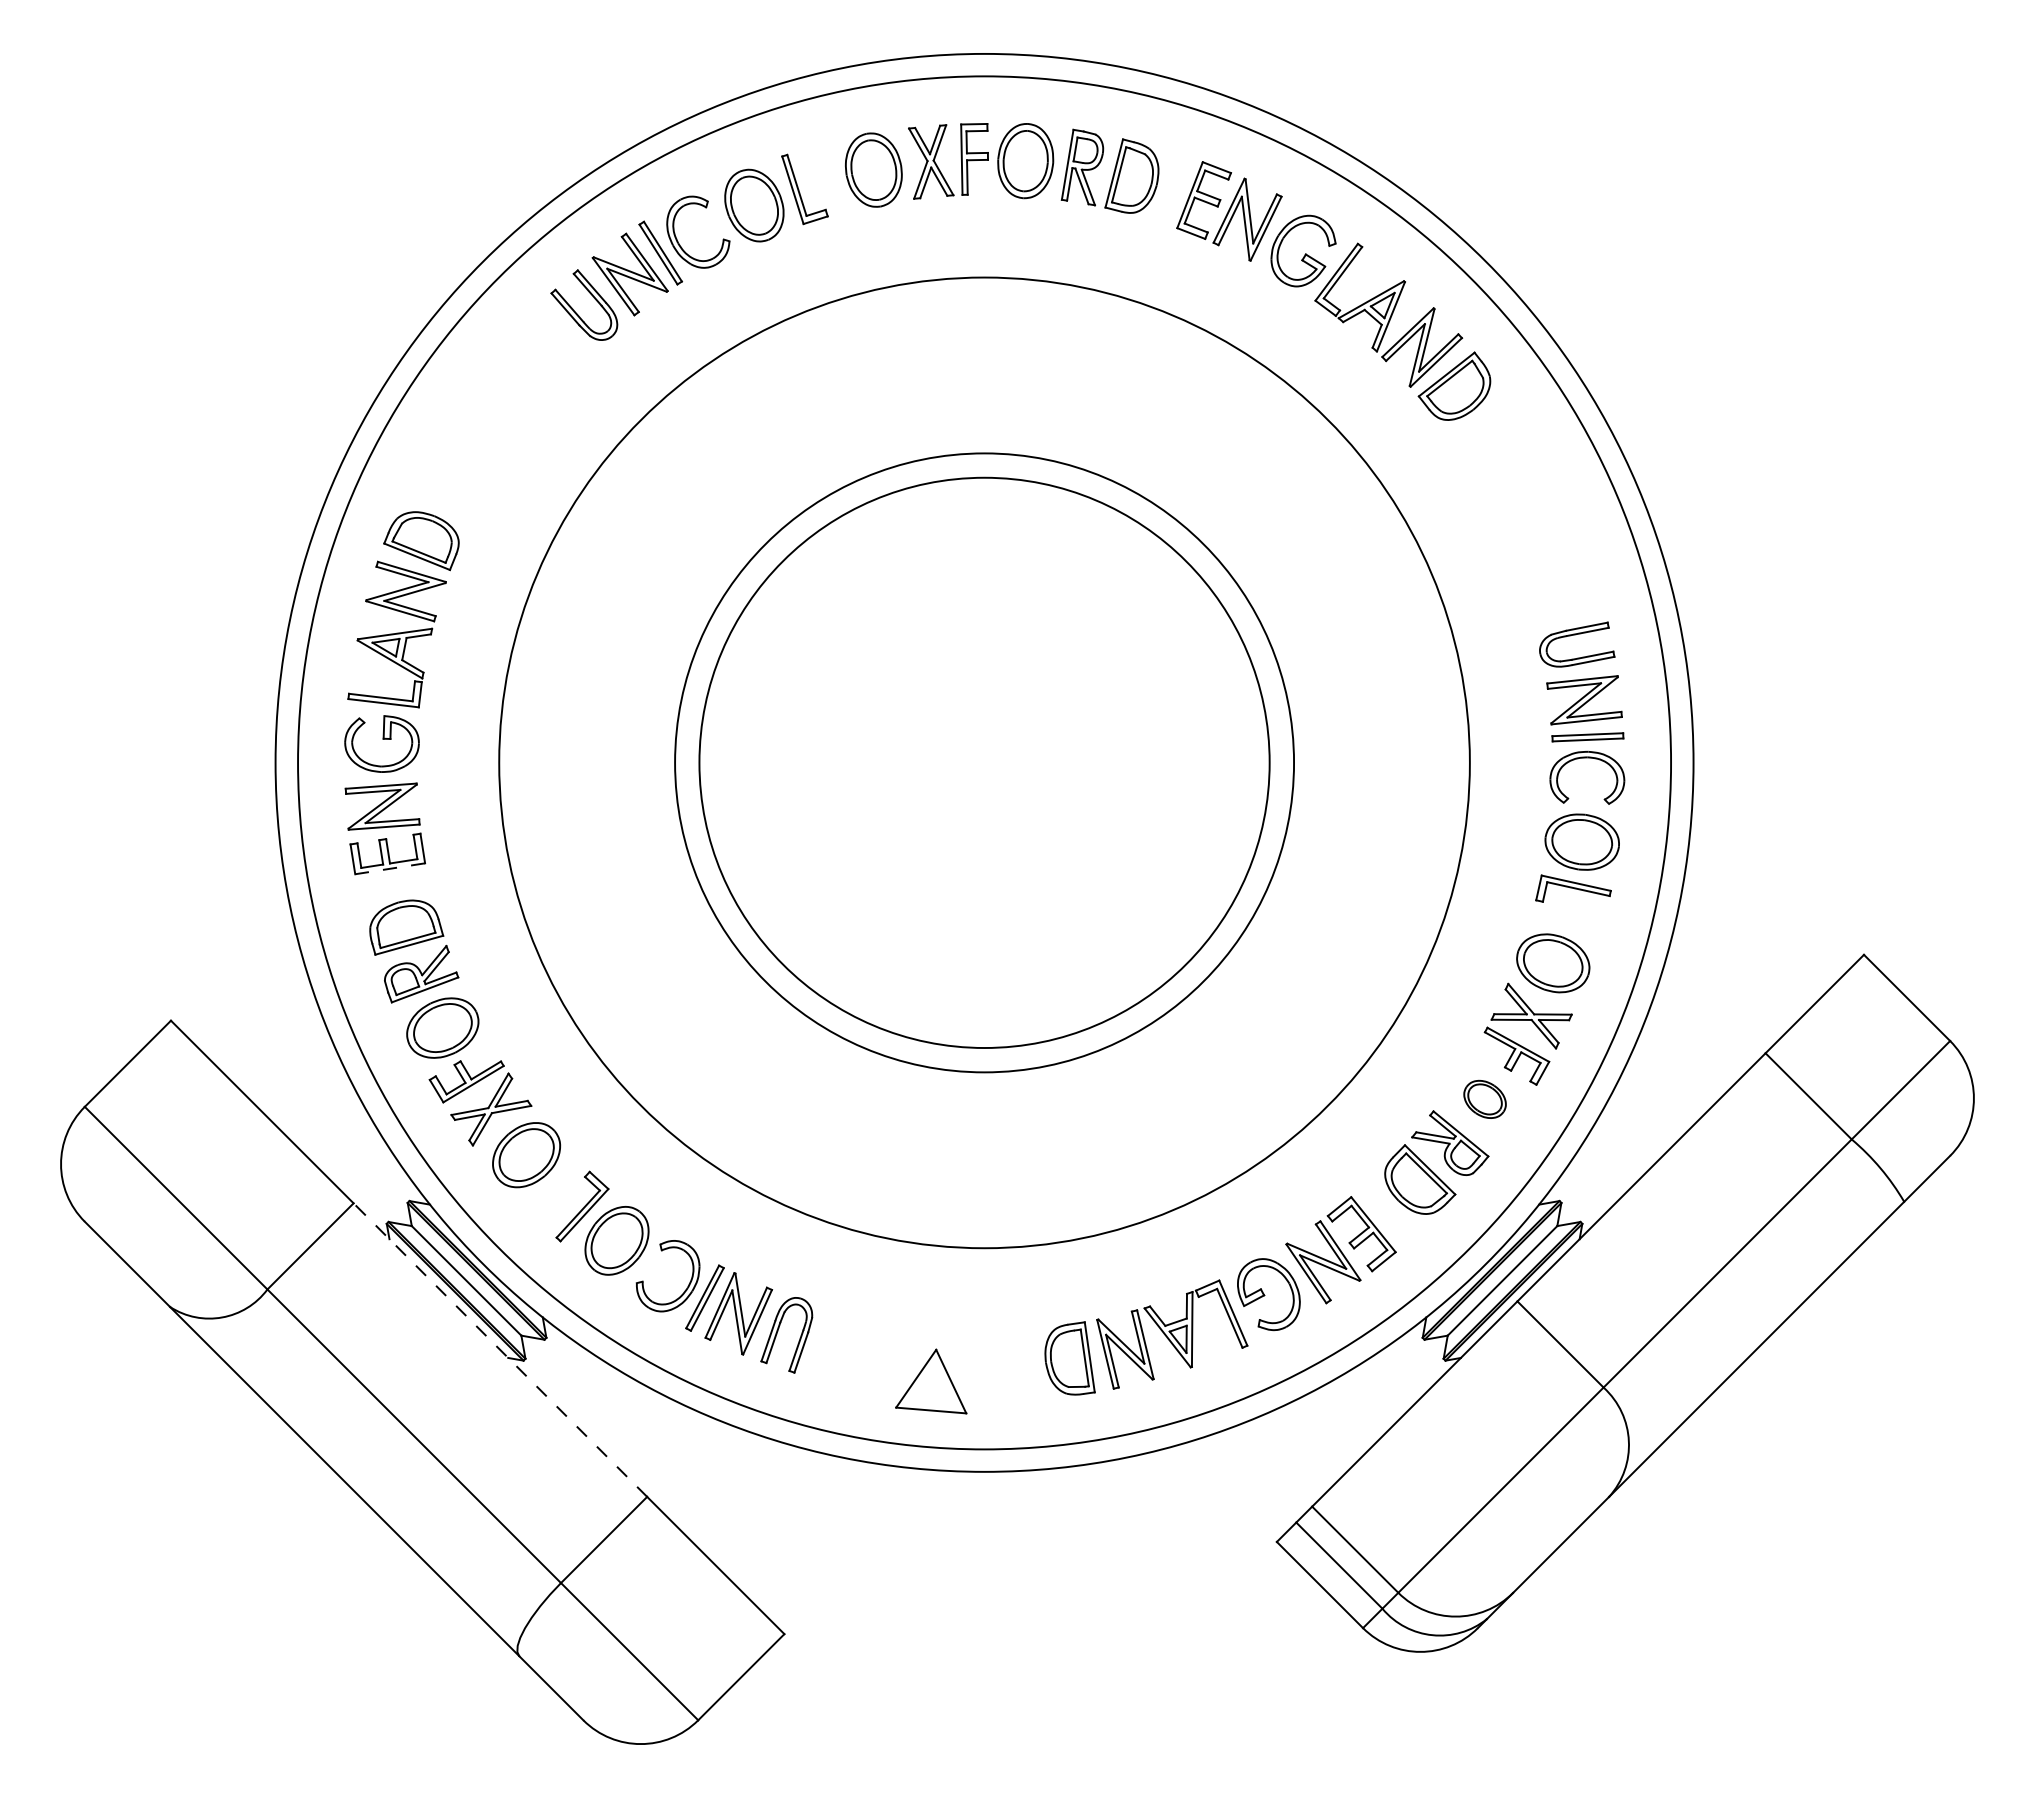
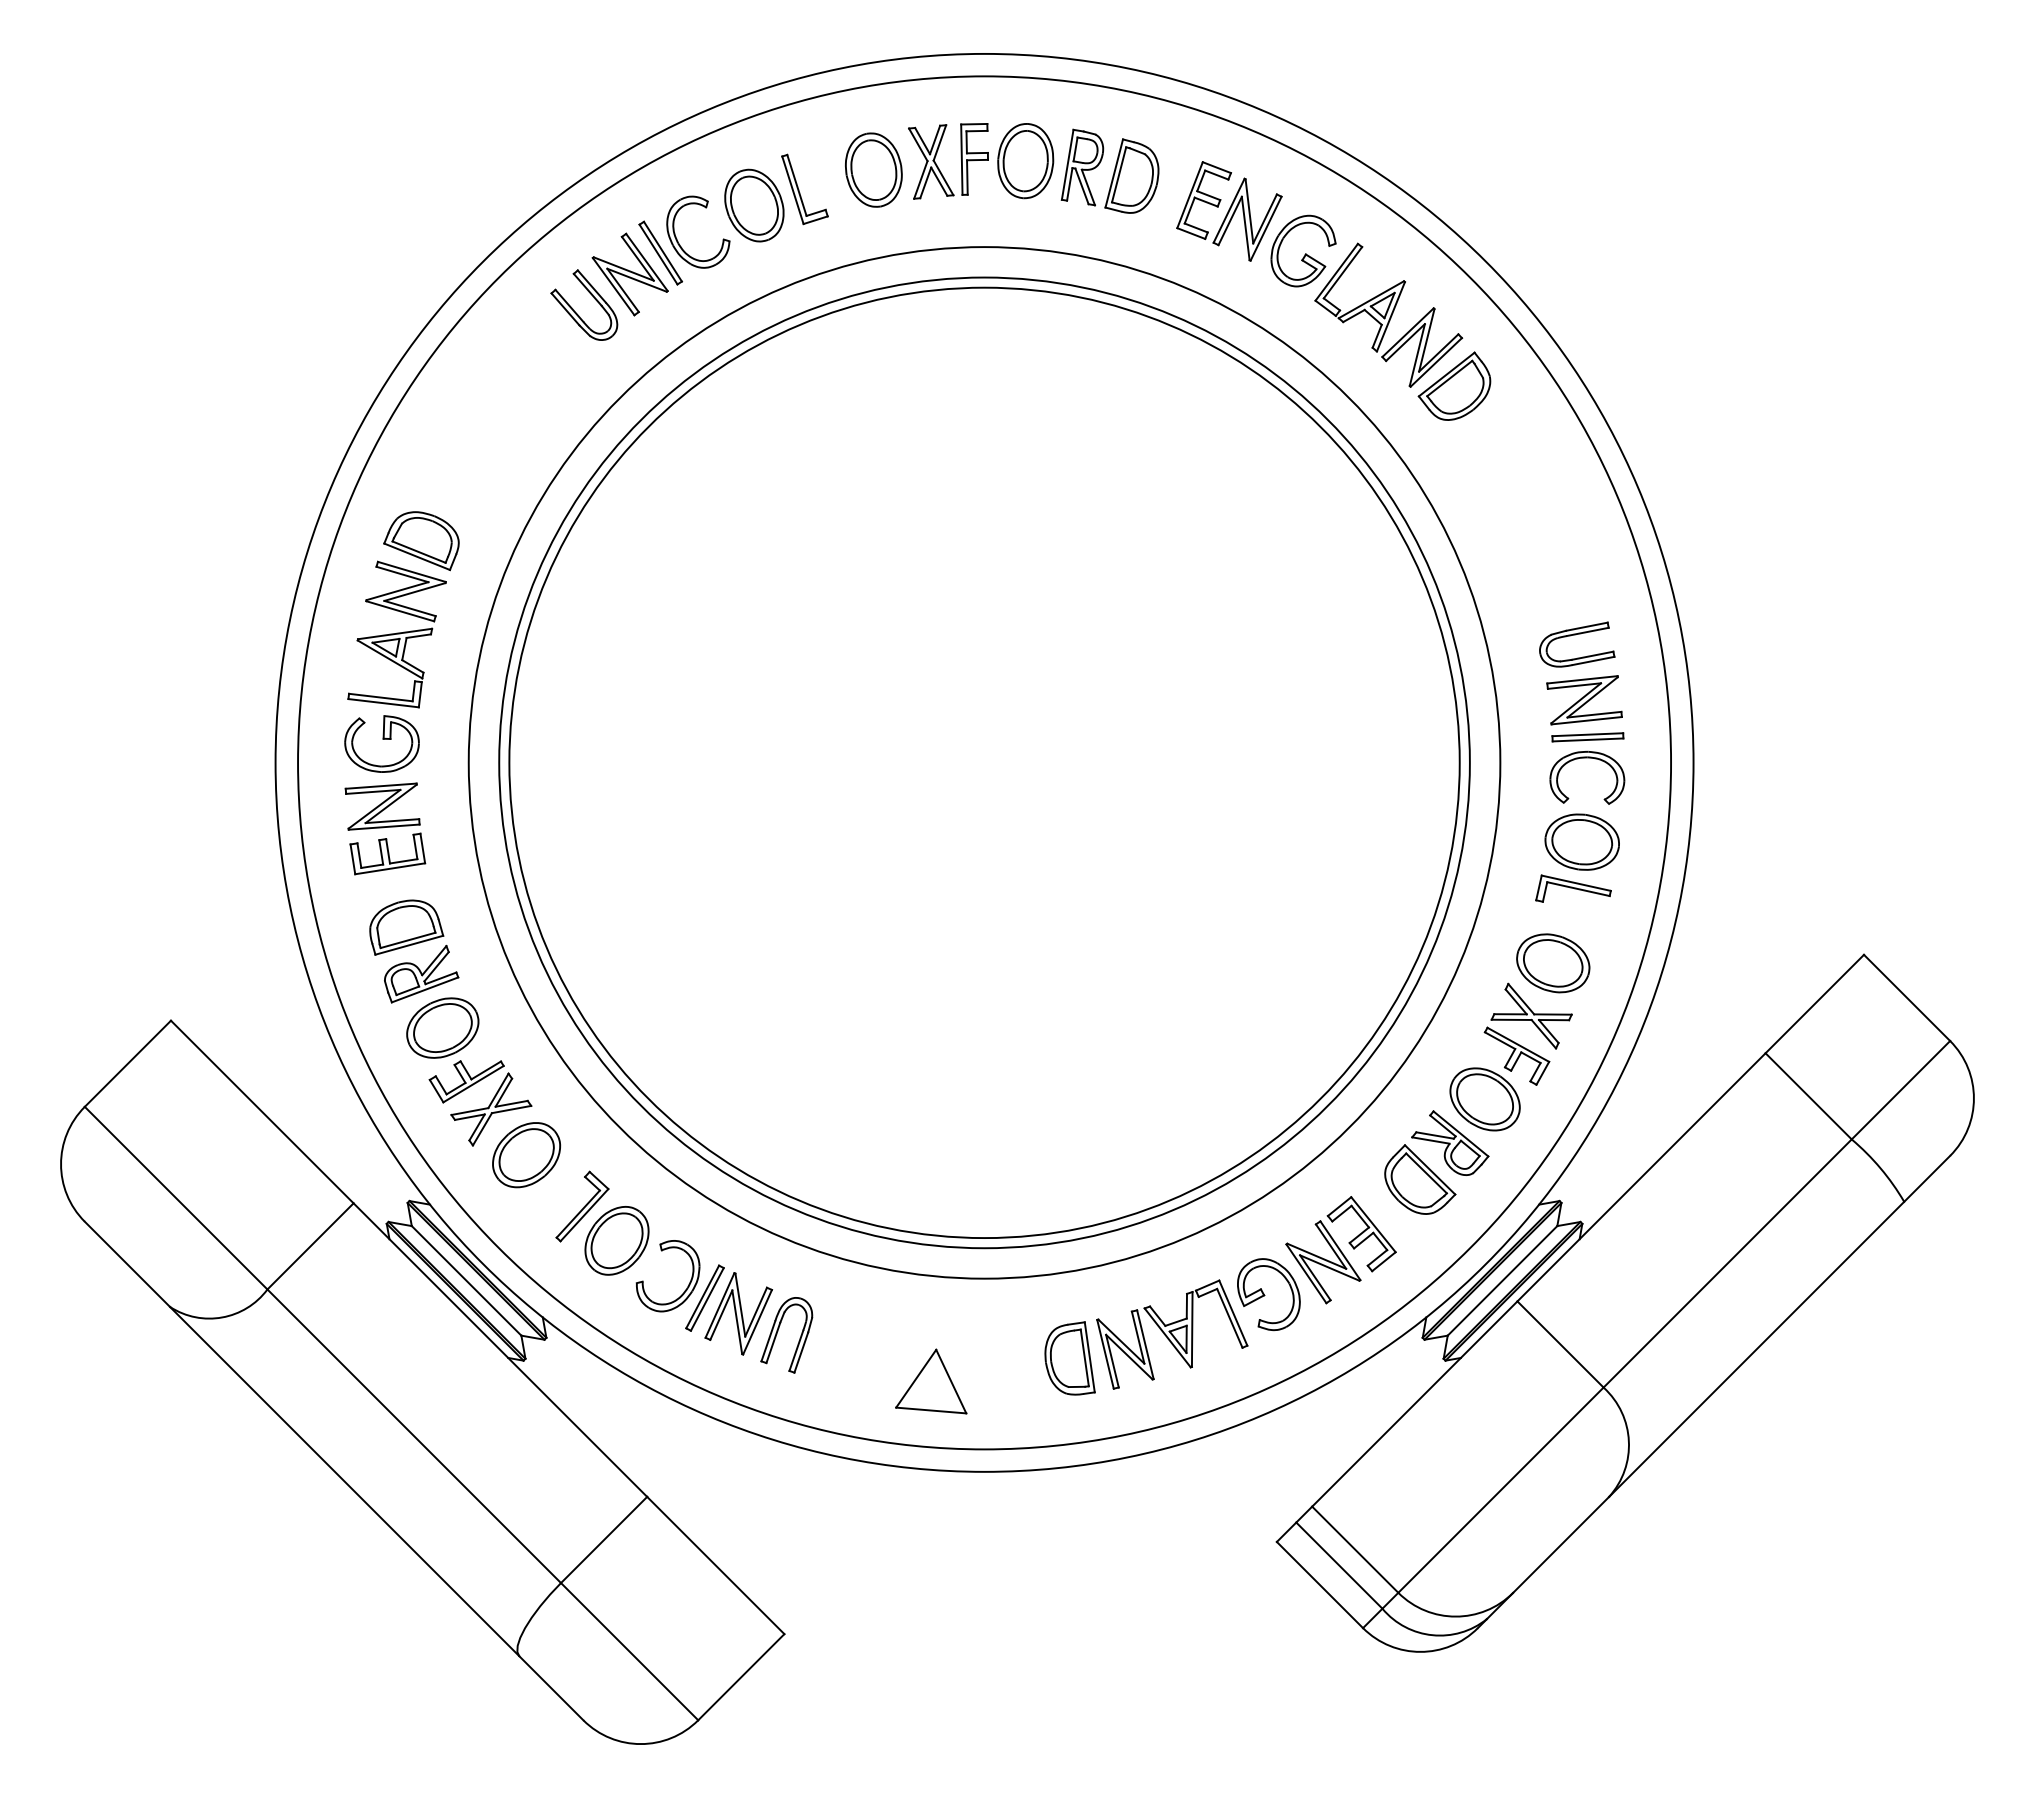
circle at (984, 762) diameter: 570 px -> 950 px
circle at (984, 762) diameter: 619 px -> 1032 px
line at (389, 868): dashed -> solid
part at (1484, 1098) size: 44x40 px -> 72x65 px
line at (500, 1350): dashed -> solid
